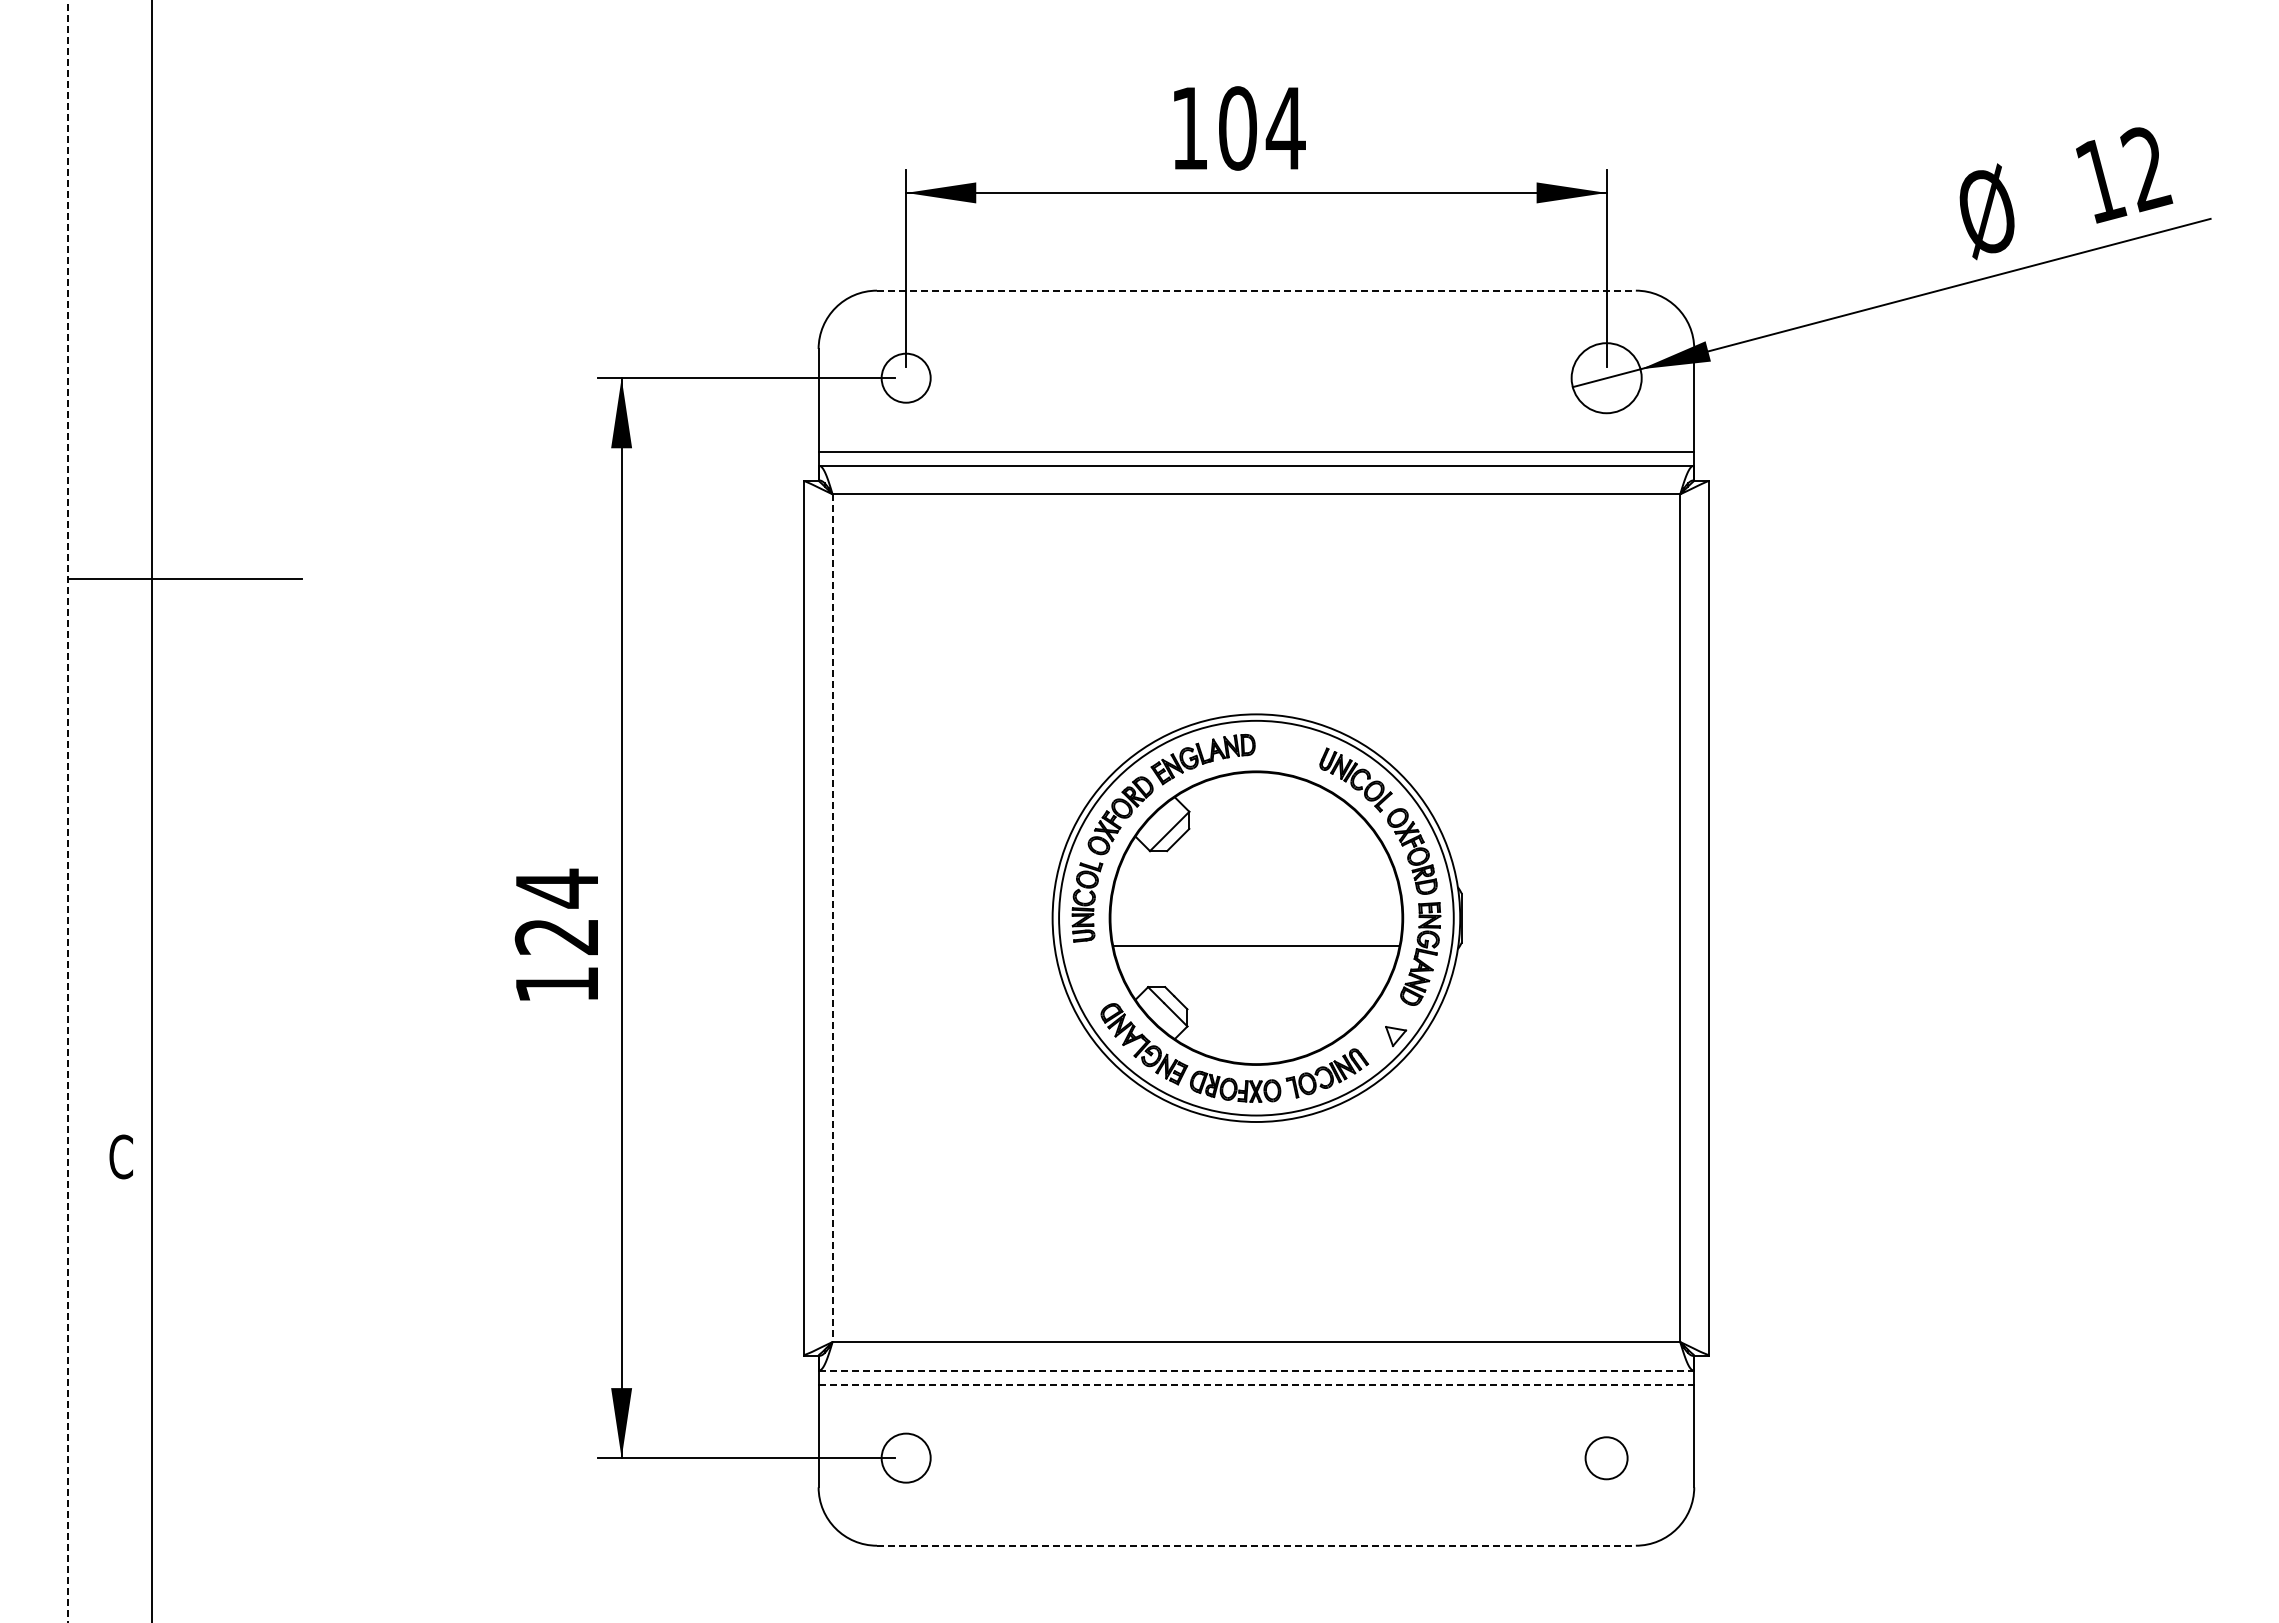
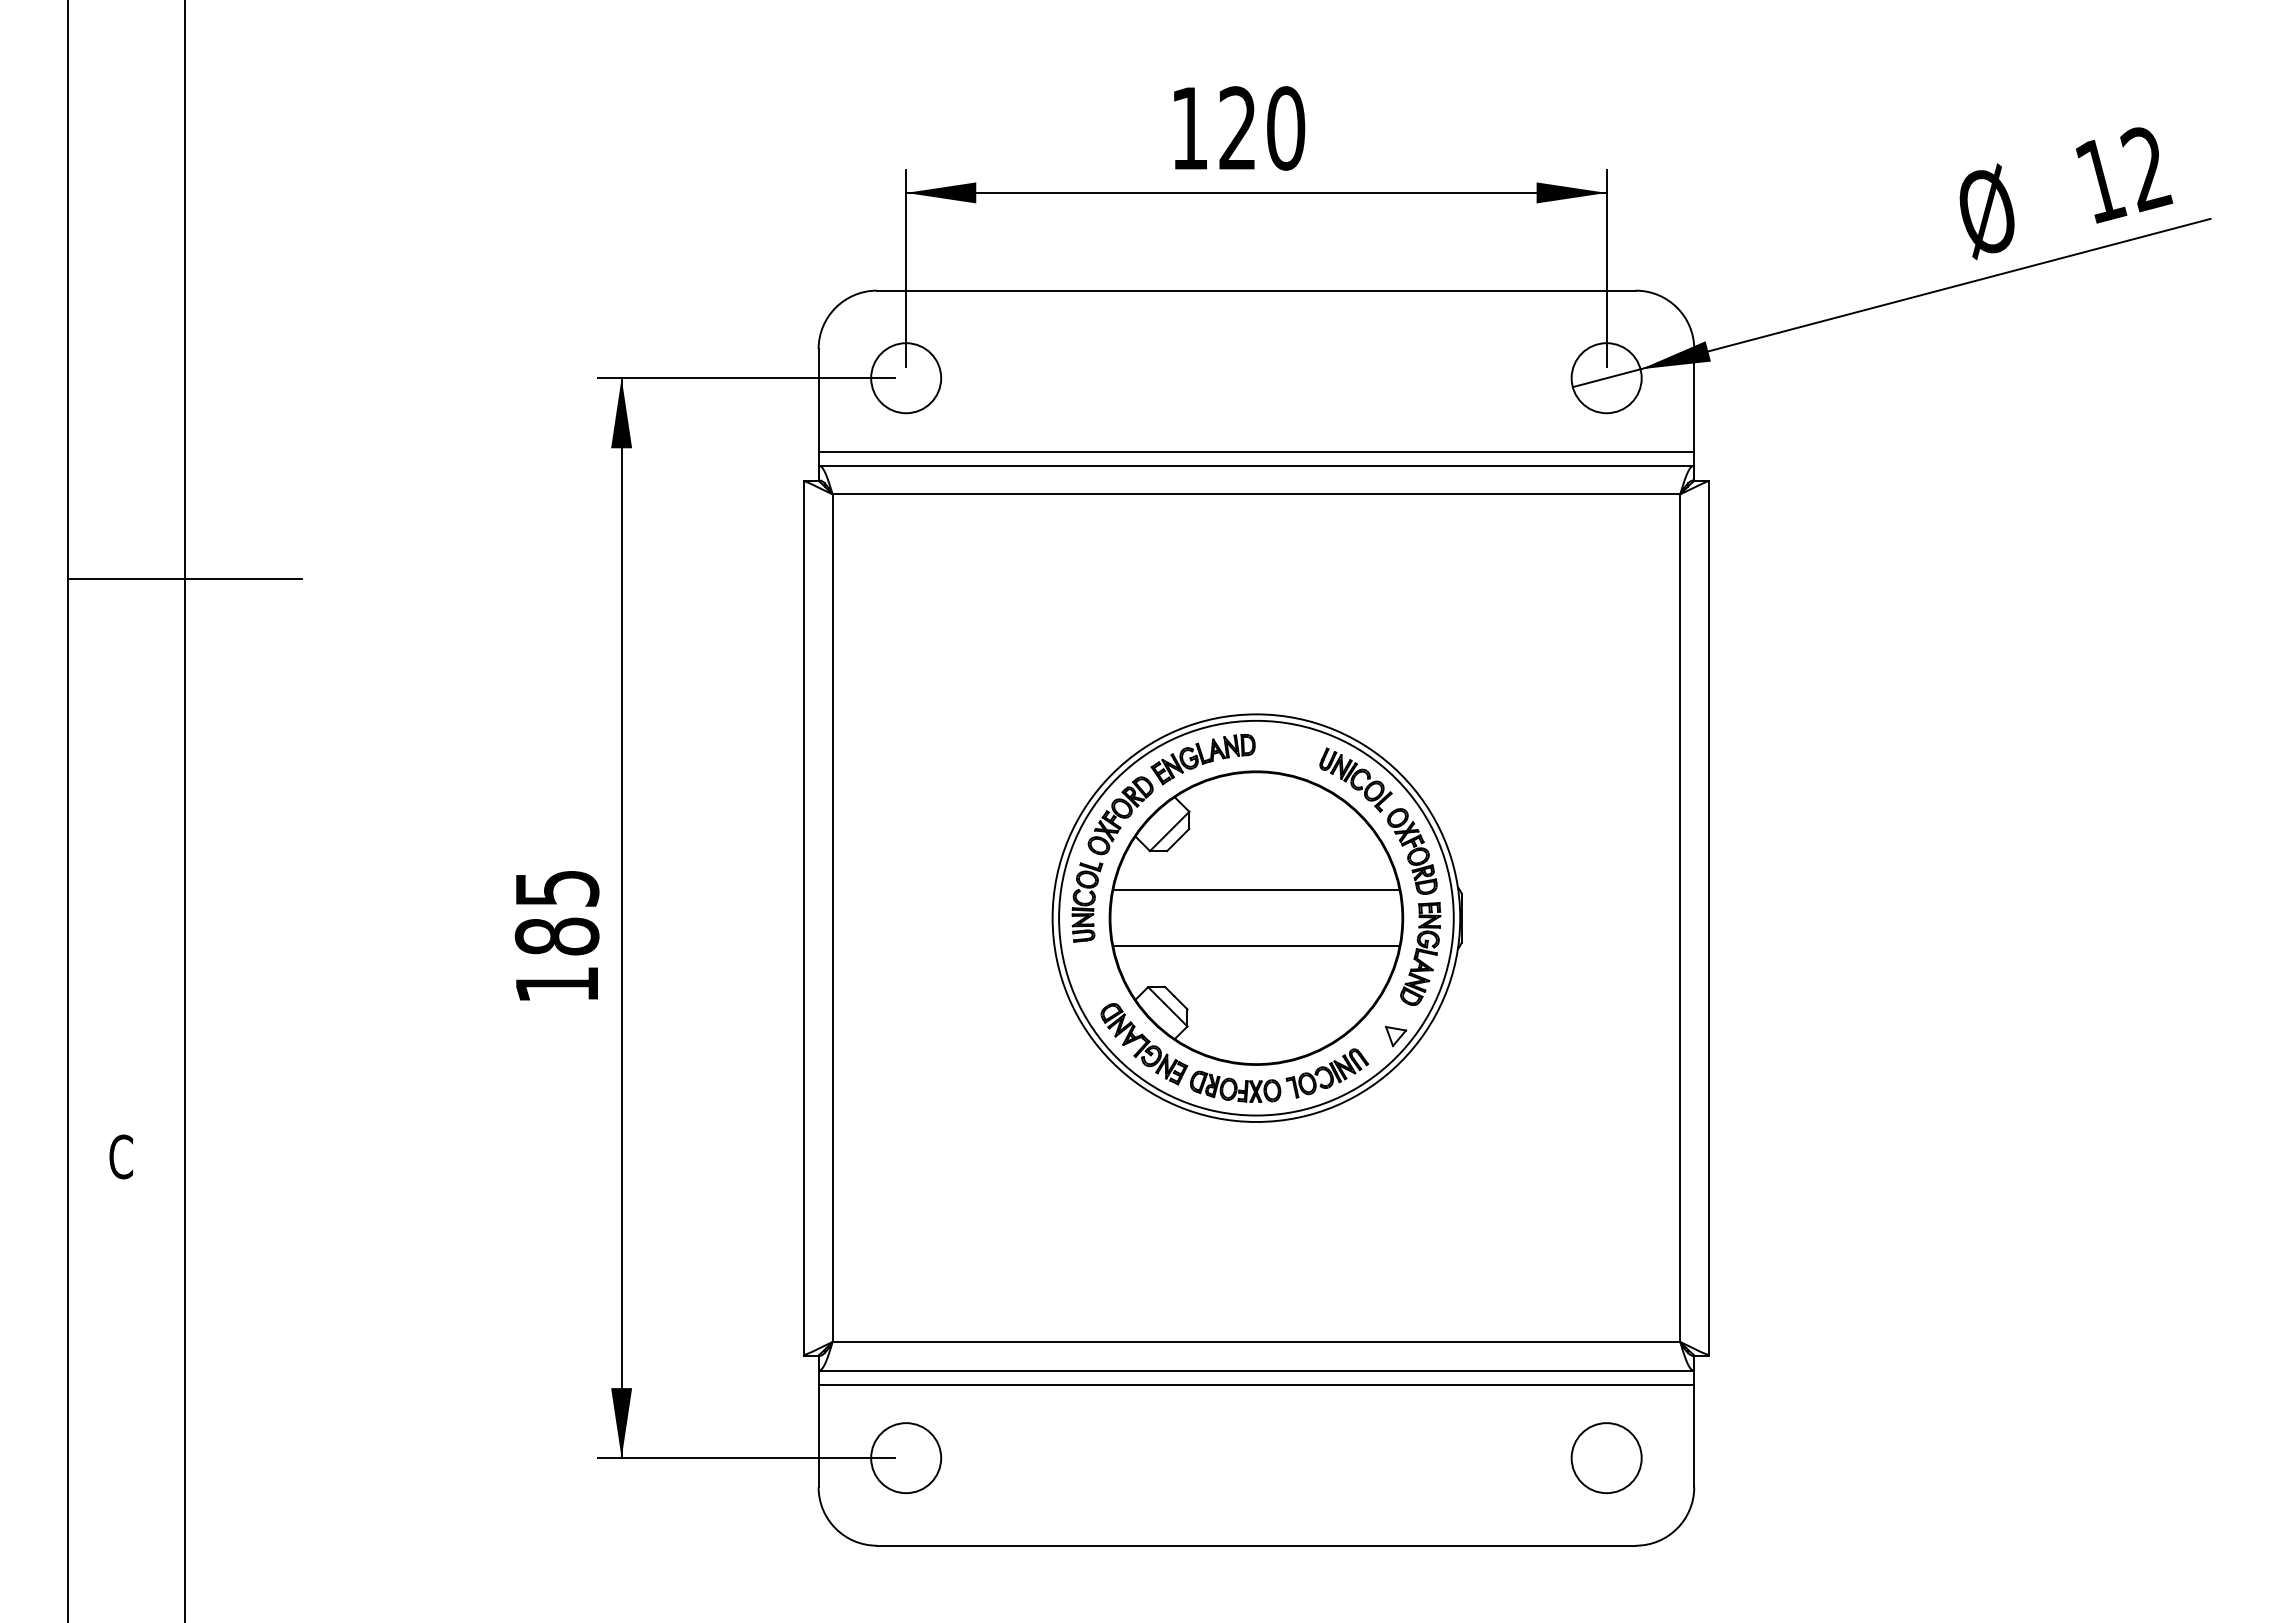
text at (1262, 128): 104 -> 120
line at (1256, 290): dashed -> solid
circle at (905, 377) diameter: 49 px -> 70 px
line at (152, 810) position: (152, 810) -> (185, 810)
line at (68, 811): dashed -> solid
line at (1256, 890): none -> present
text at (556, 911): 124 -> 185
line at (832, 918): dashed -> solid
line at (1256, 1370): dashed -> solid
line at (1256, 1384): dashed -> solid
circle at (905, 1457) diameter: 49 px -> 70 px
circle at (1606, 1458) size: 45x45 px -> 73x73 px
line at (1256, 1545): dashed -> solid
